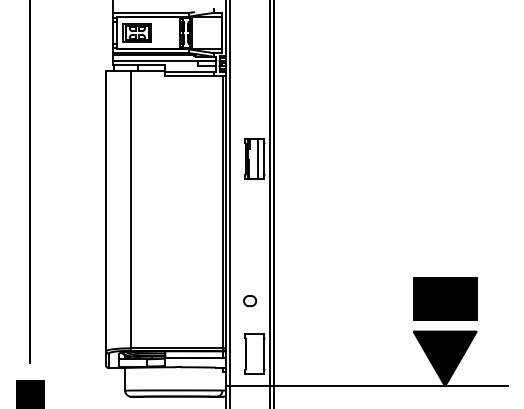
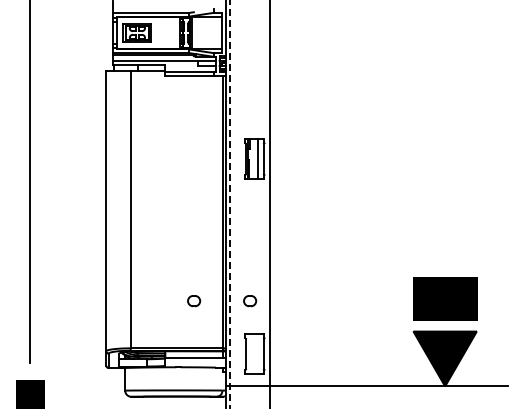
line at (274, 203): present -> none
line at (230, 204): solid -> dashed
part at (194, 301): none -> present
